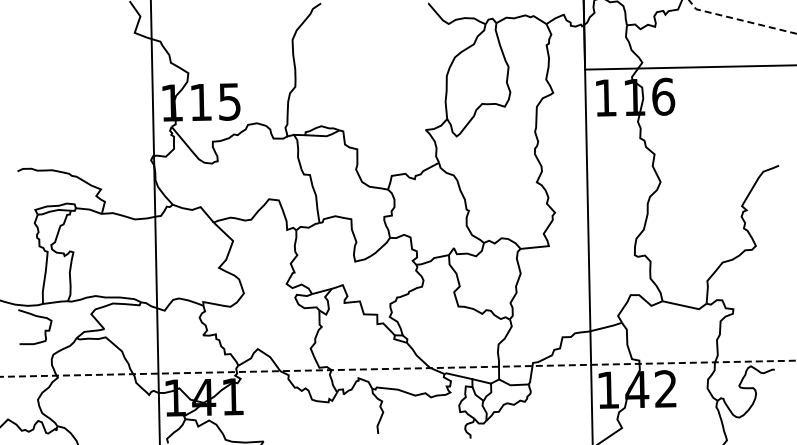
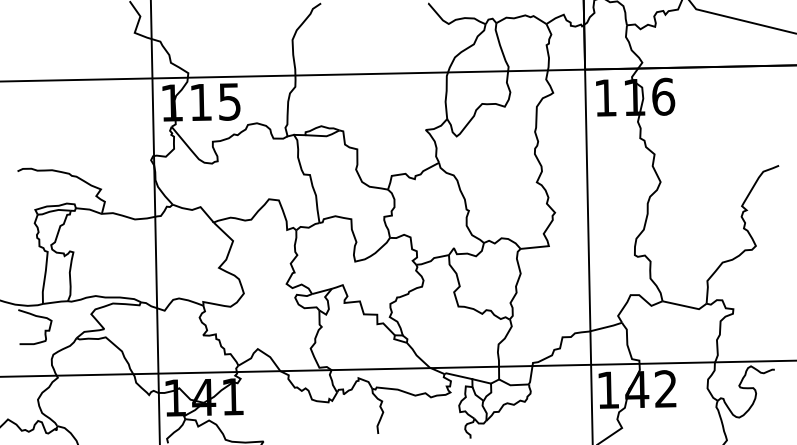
line at (739, 19): dashed -> solid
line at (397, 73): none -> present
line at (398, 368): dashed -> solid
